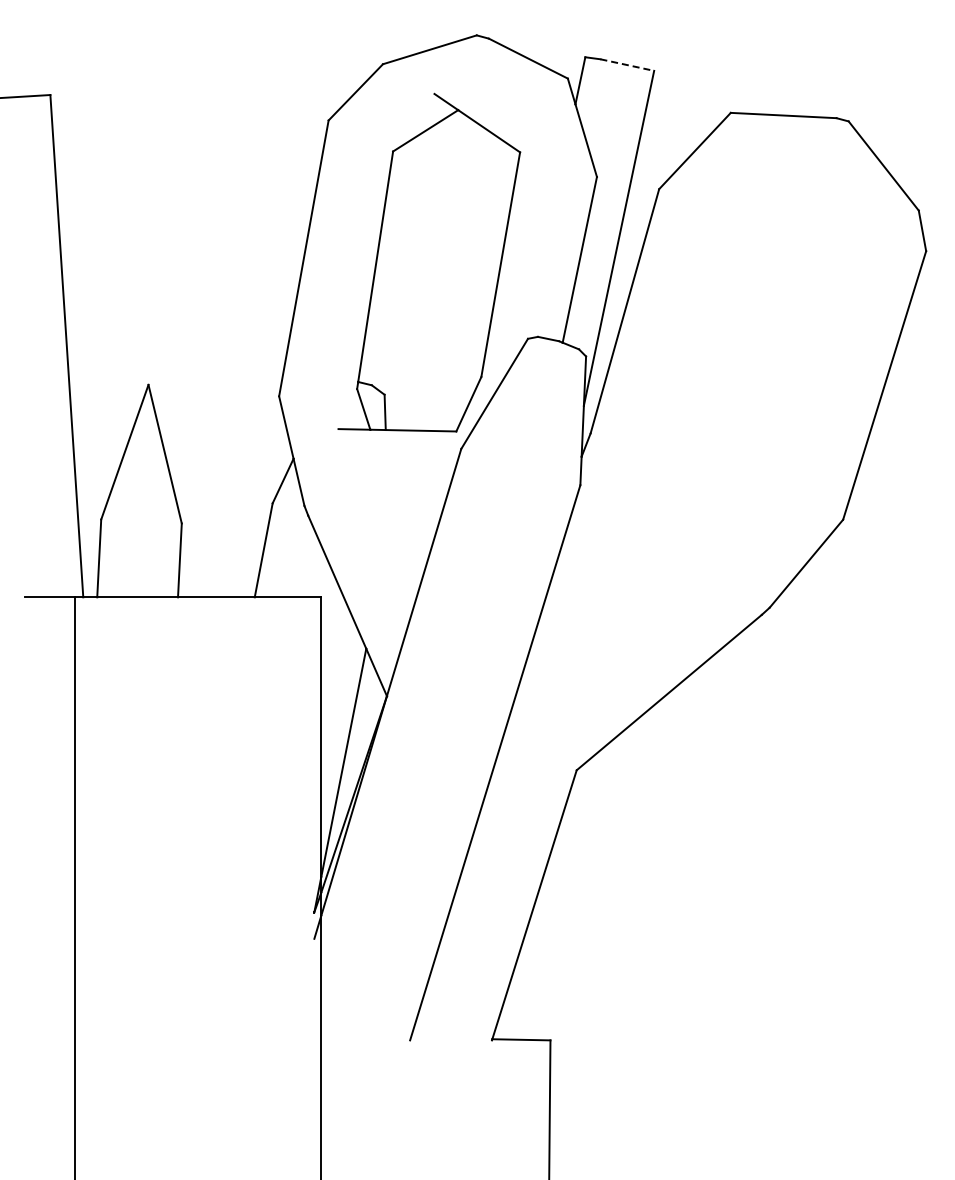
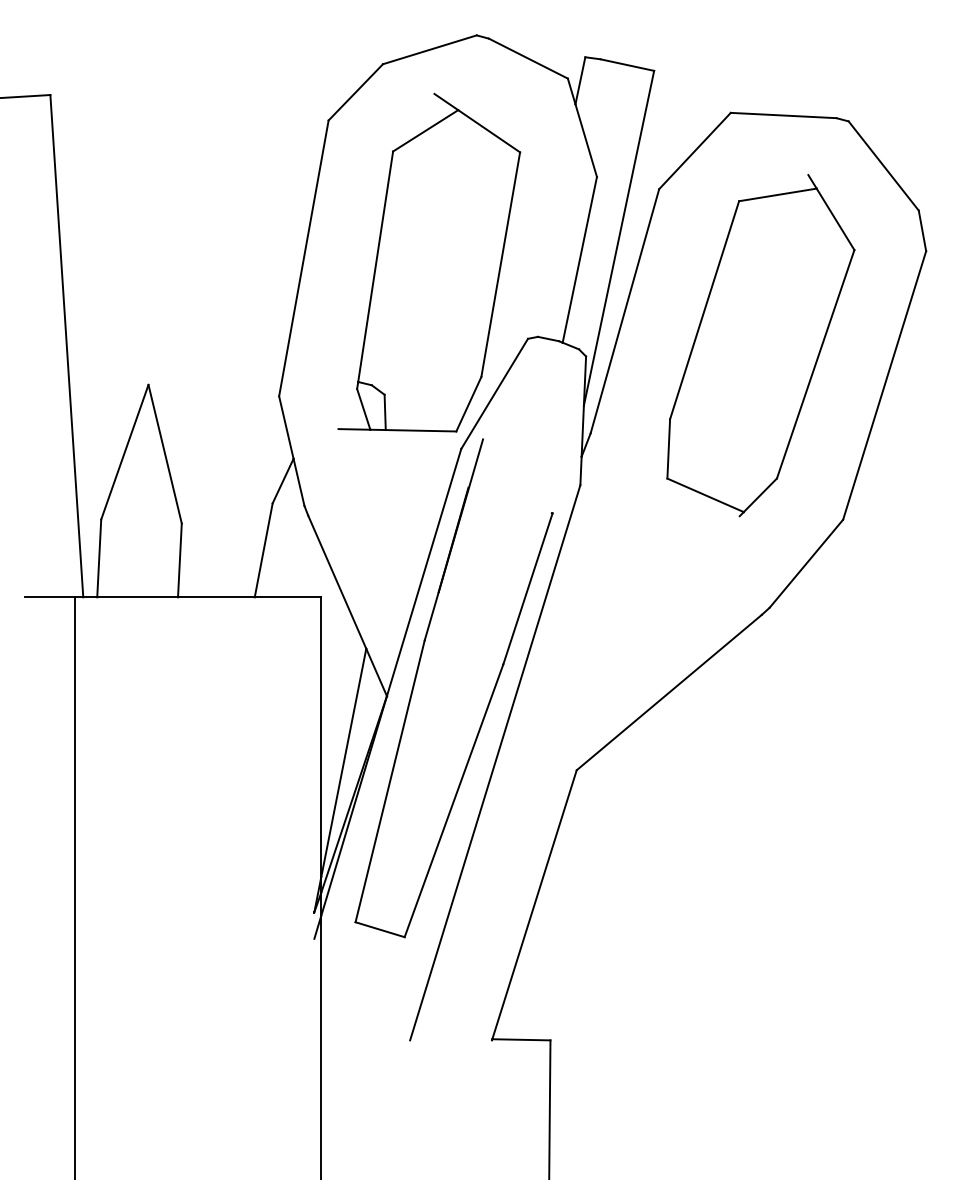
line at (627, 65): dashed -> solid
part at (760, 345): none -> present
part at (487, 704): none -> present
